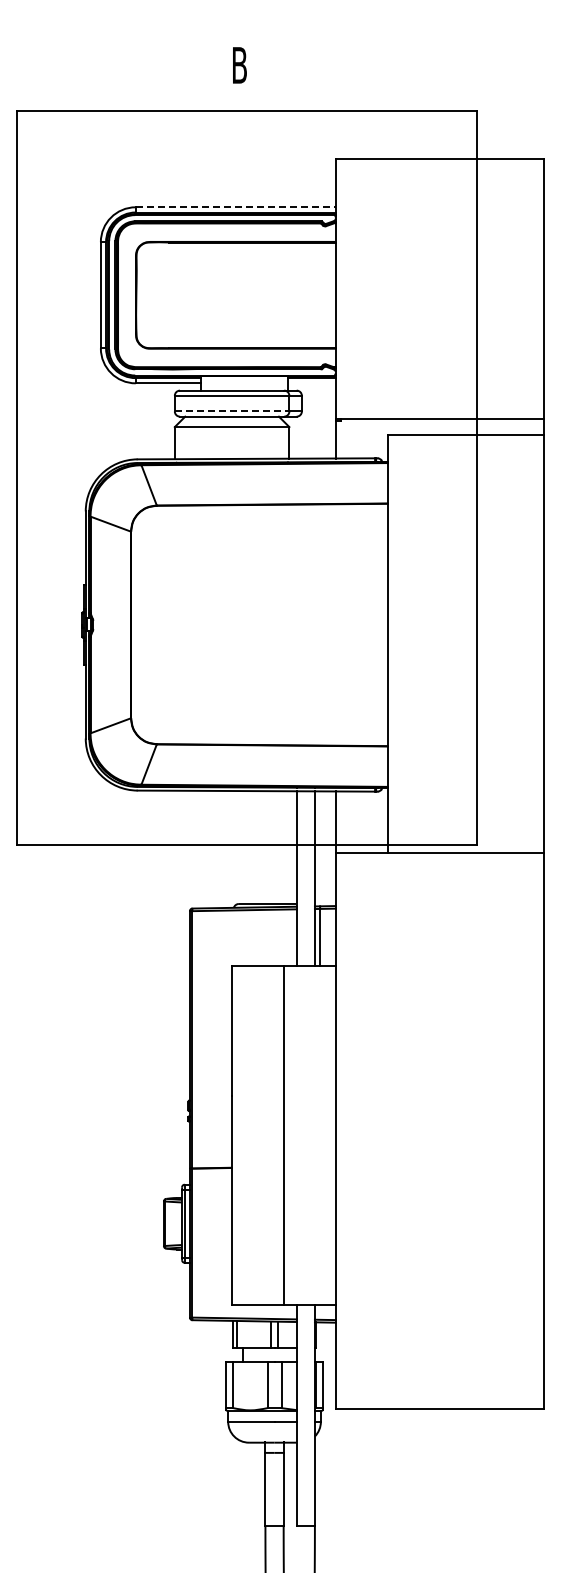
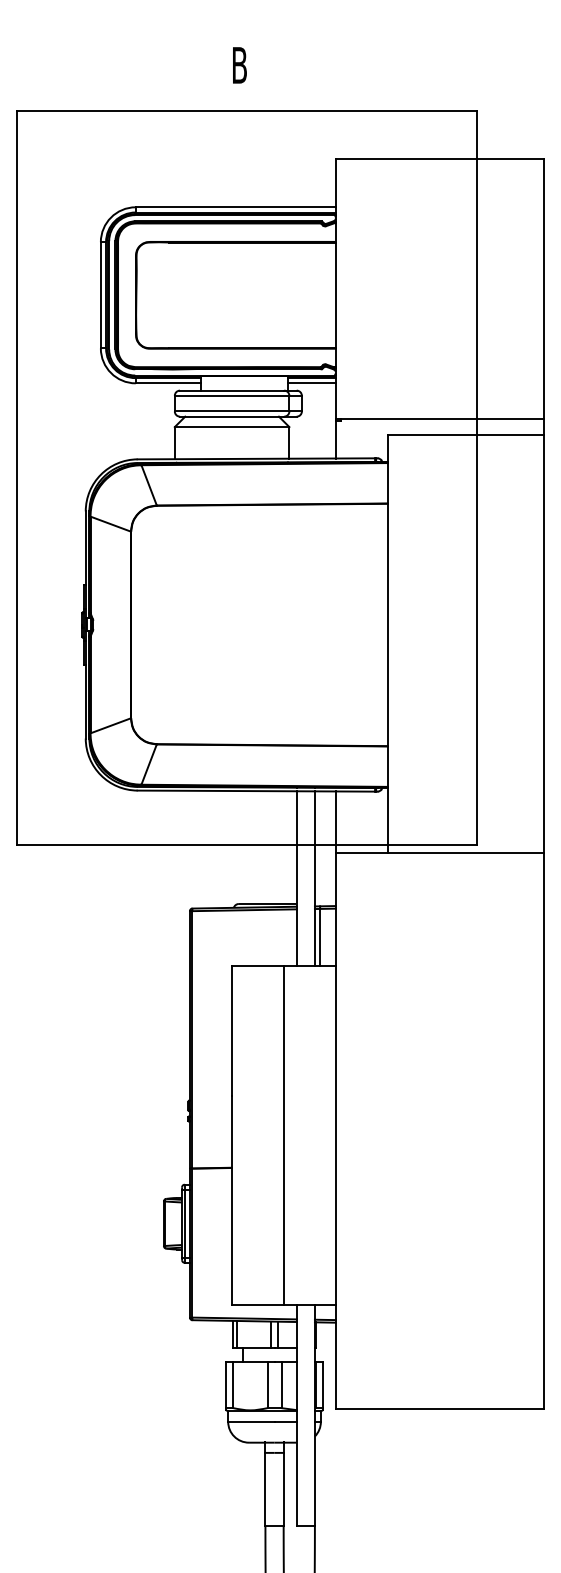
line at (235, 207): dashed -> solid
line at (311, 383): none -> present
line at (232, 411): dashed -> solid
